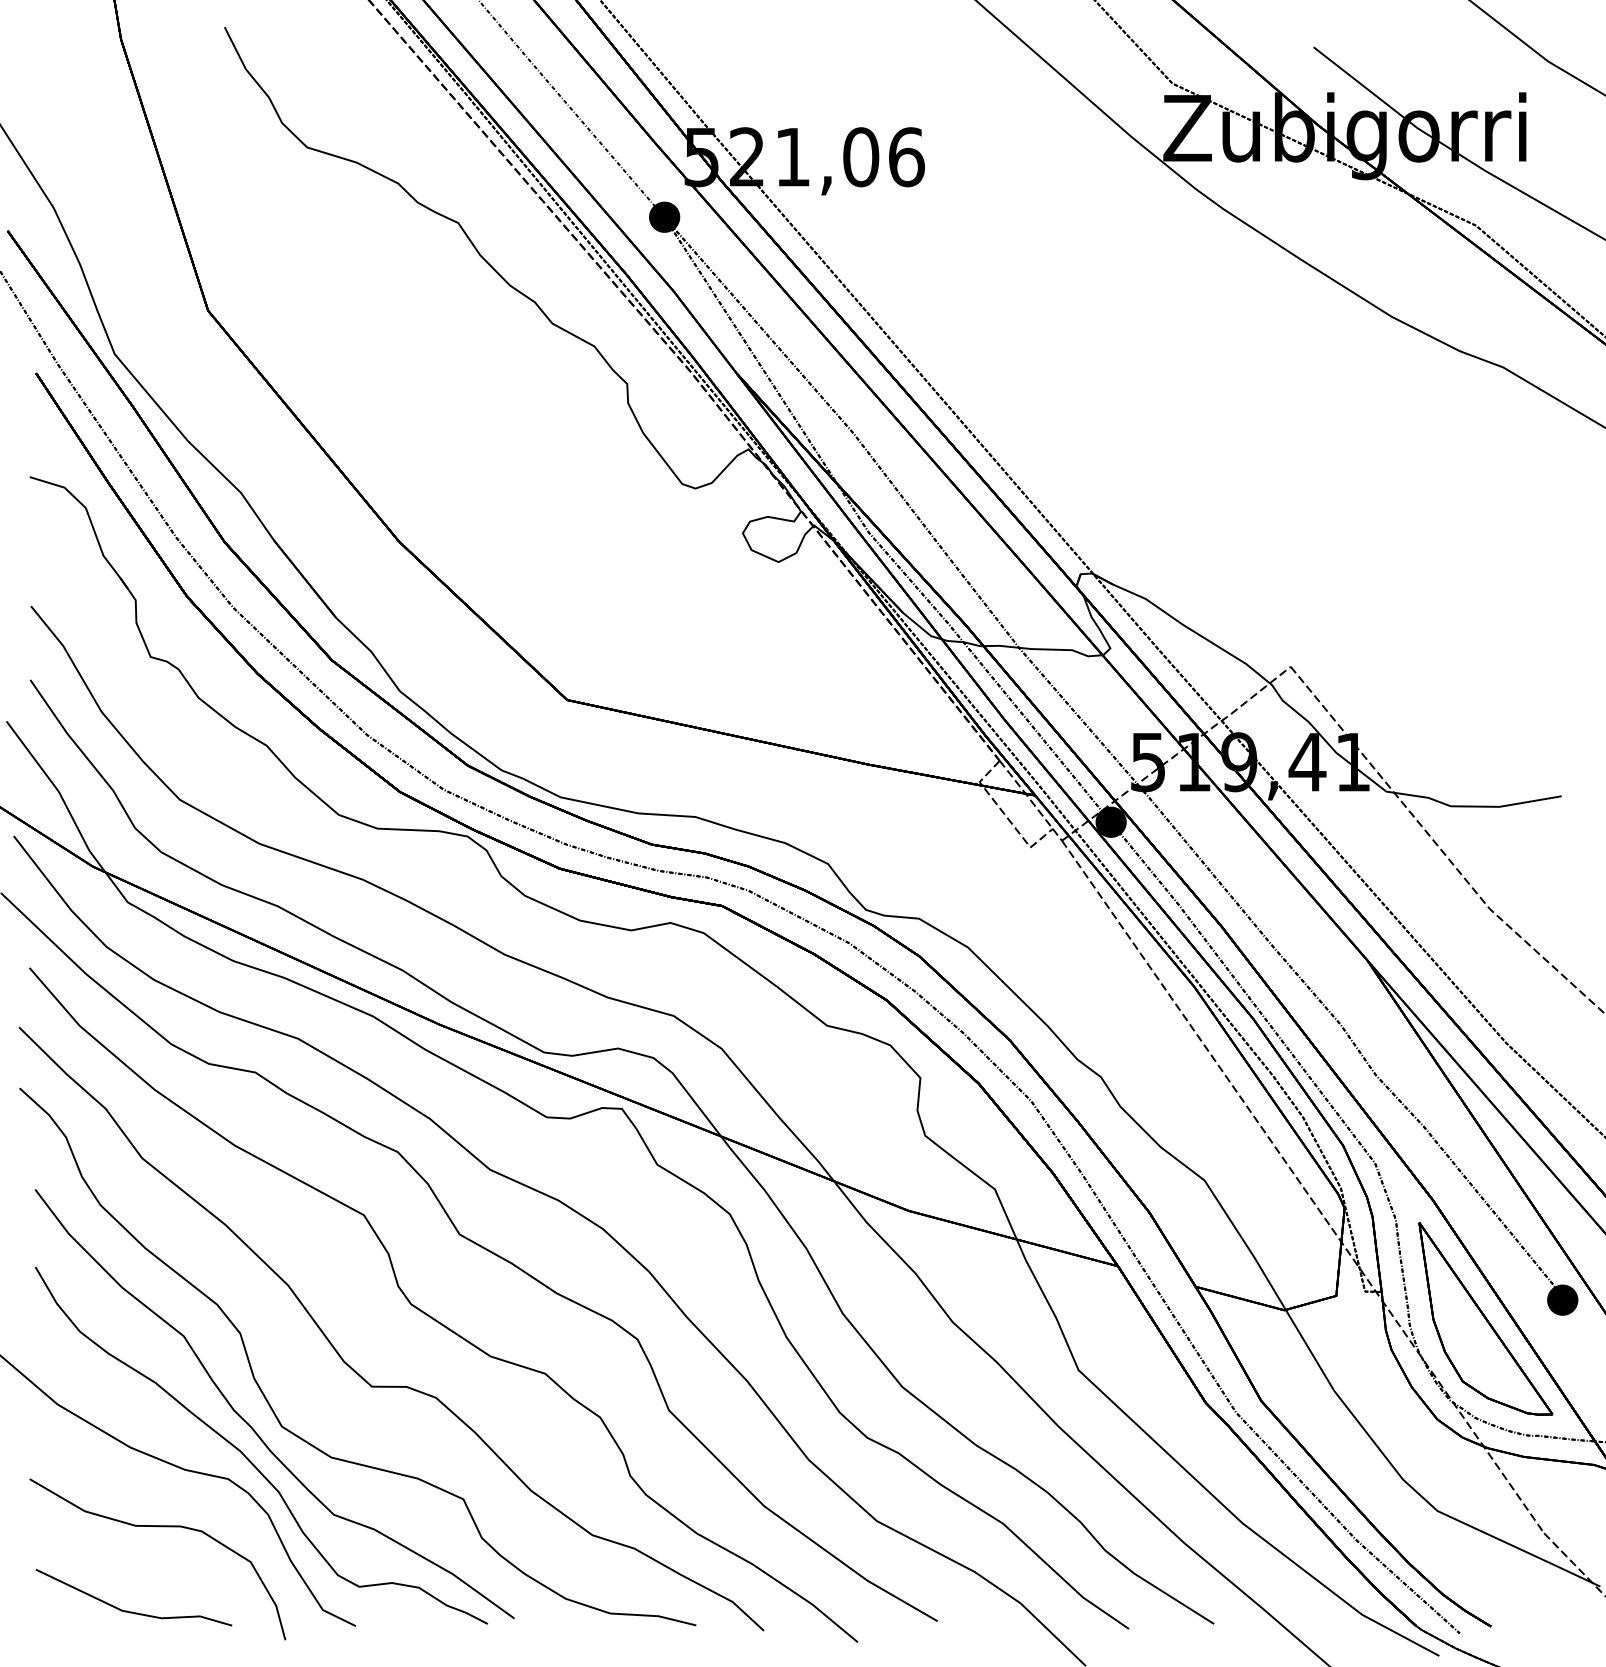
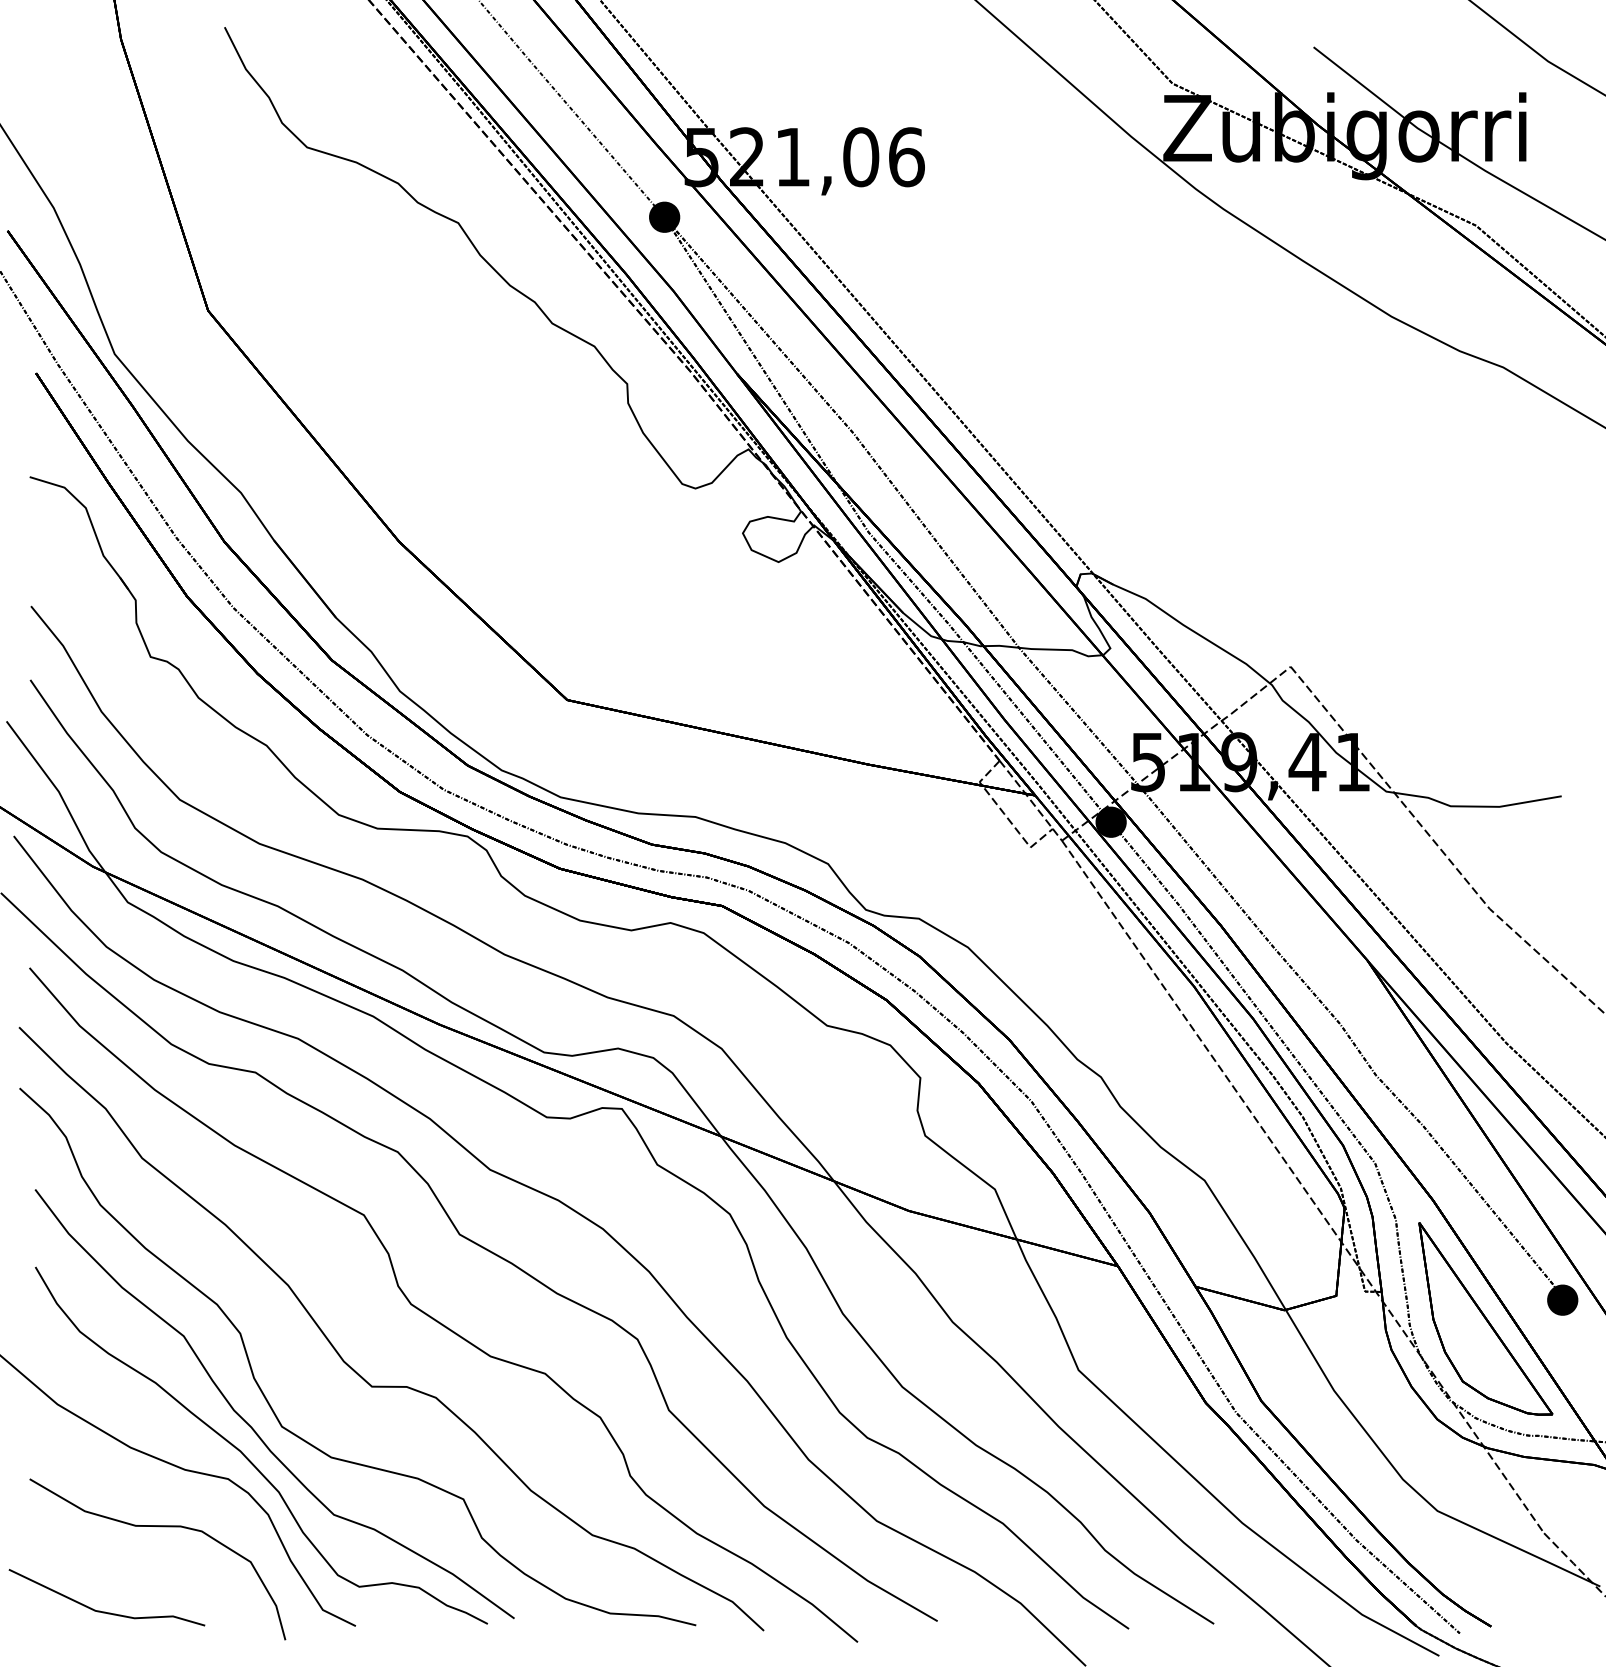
part at (132, 1611) position: (132, 1611) -> (105, 1611)
